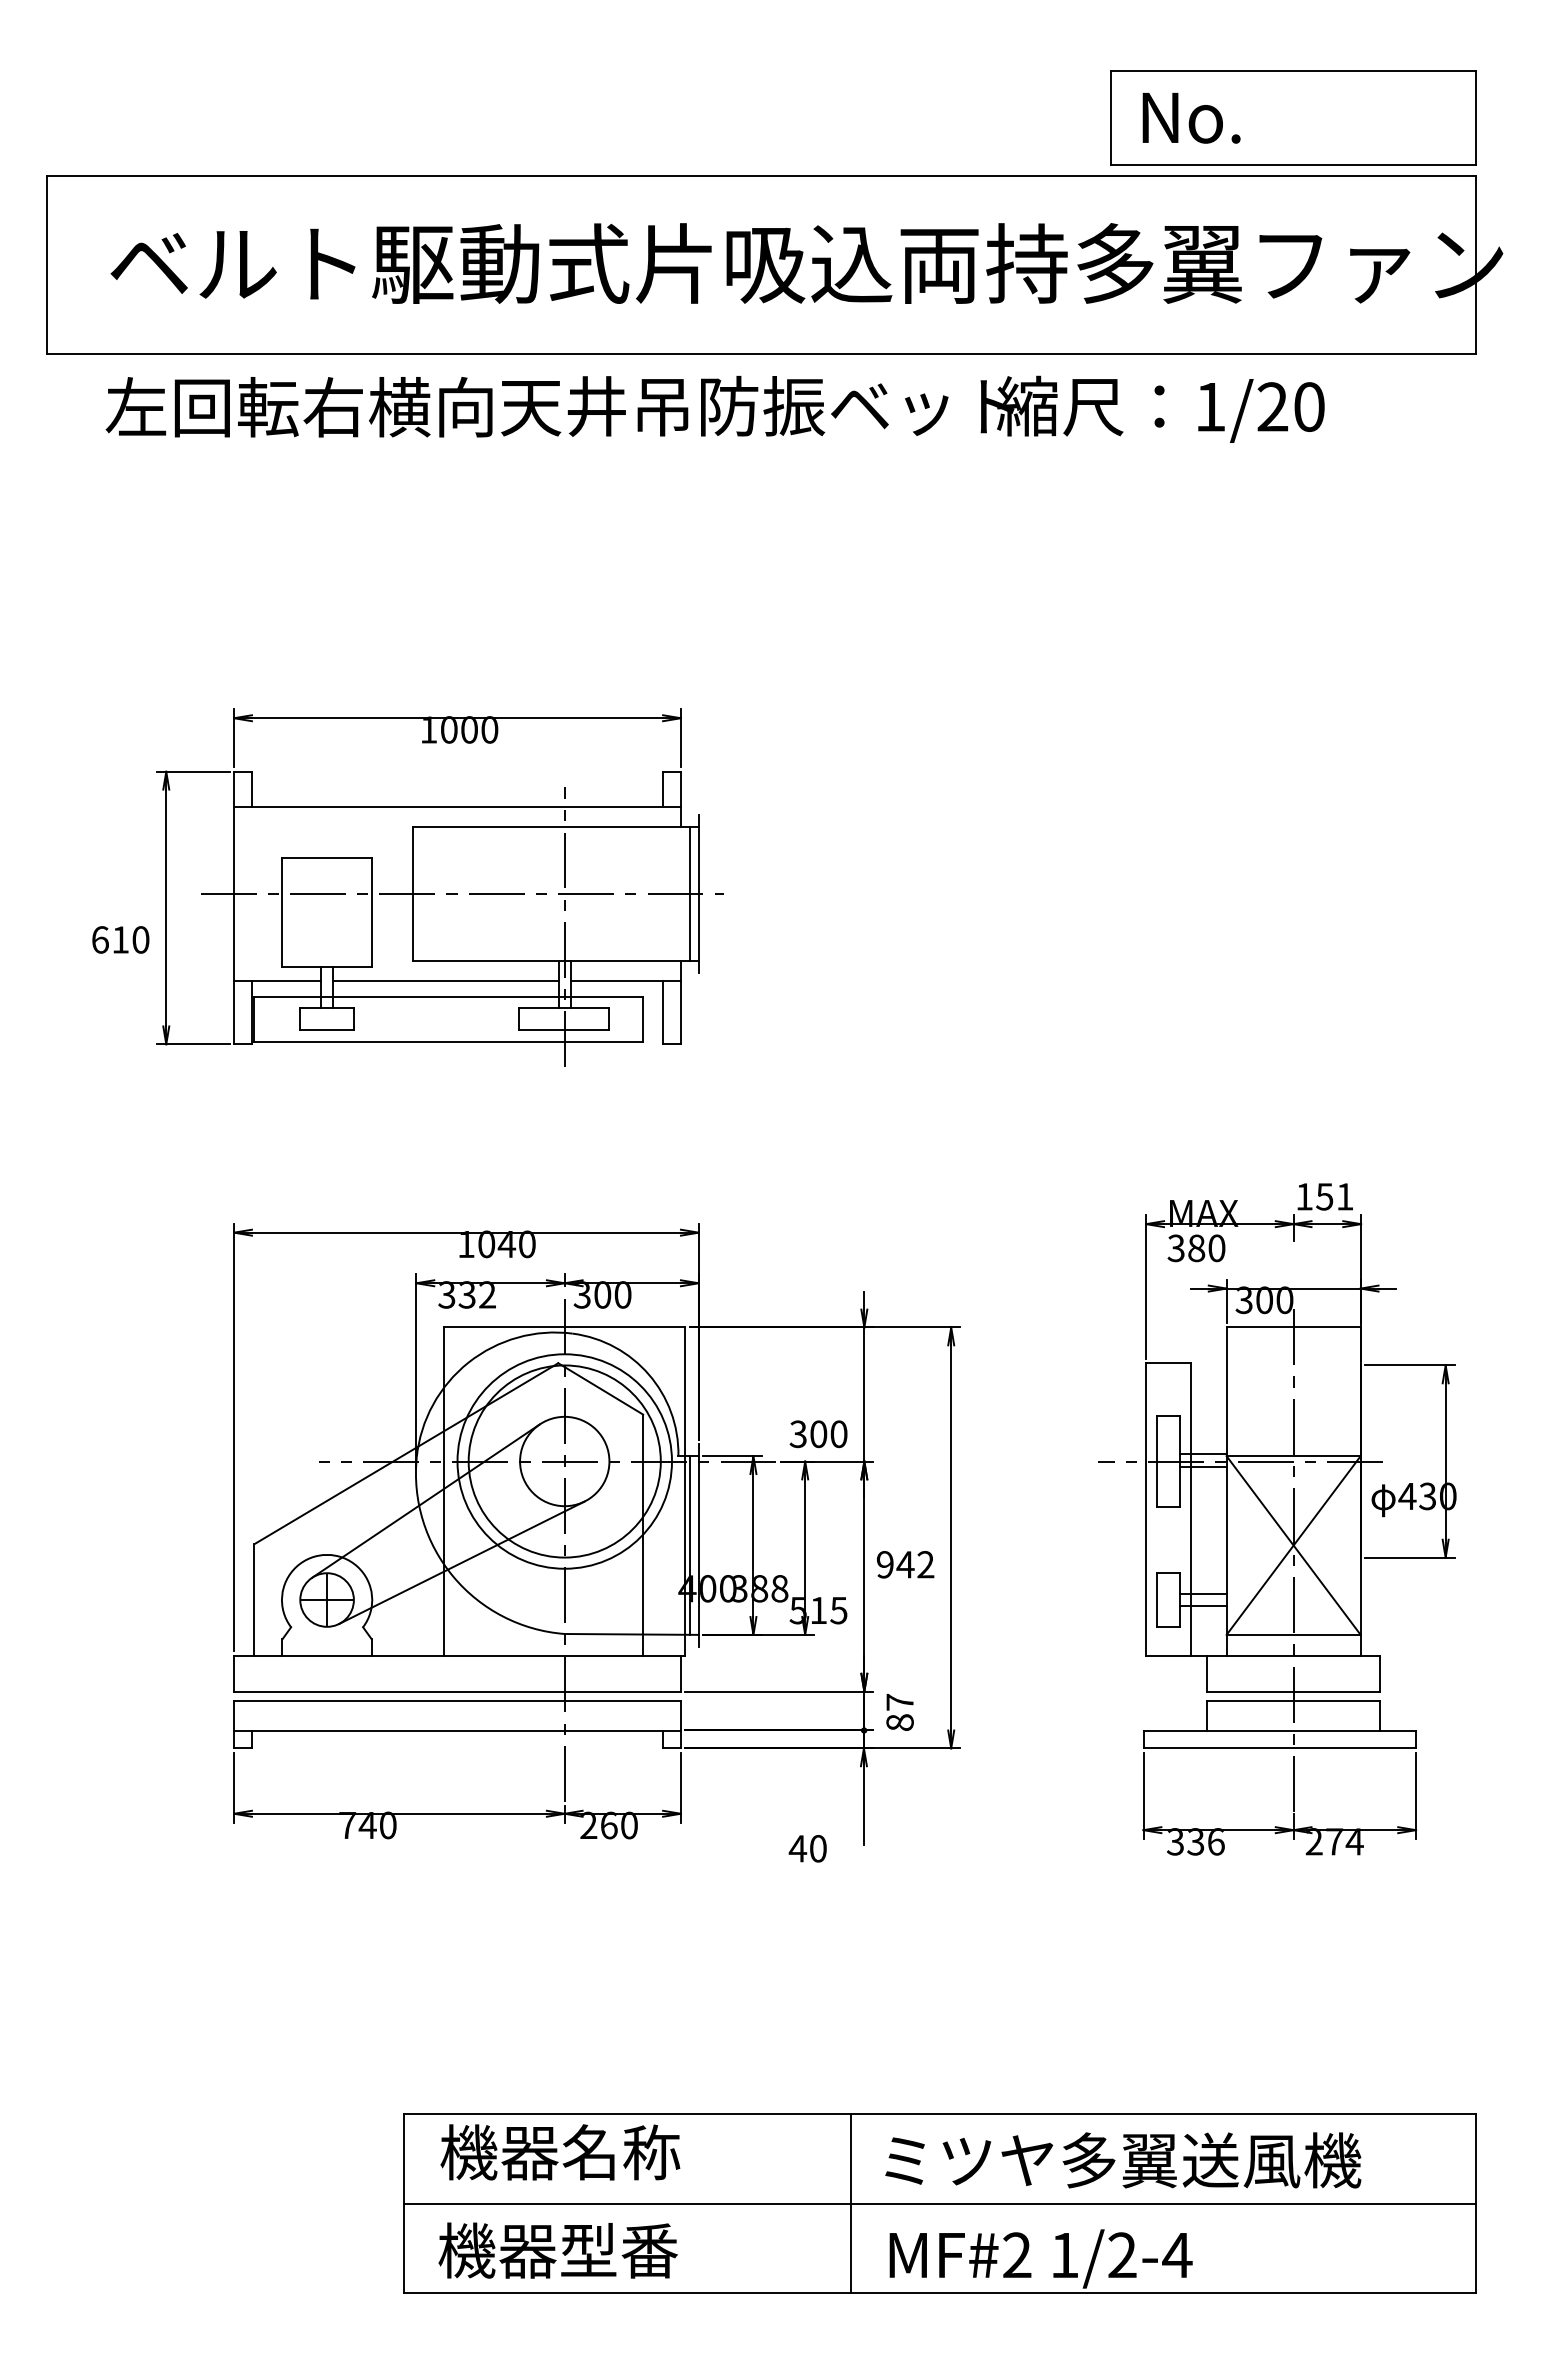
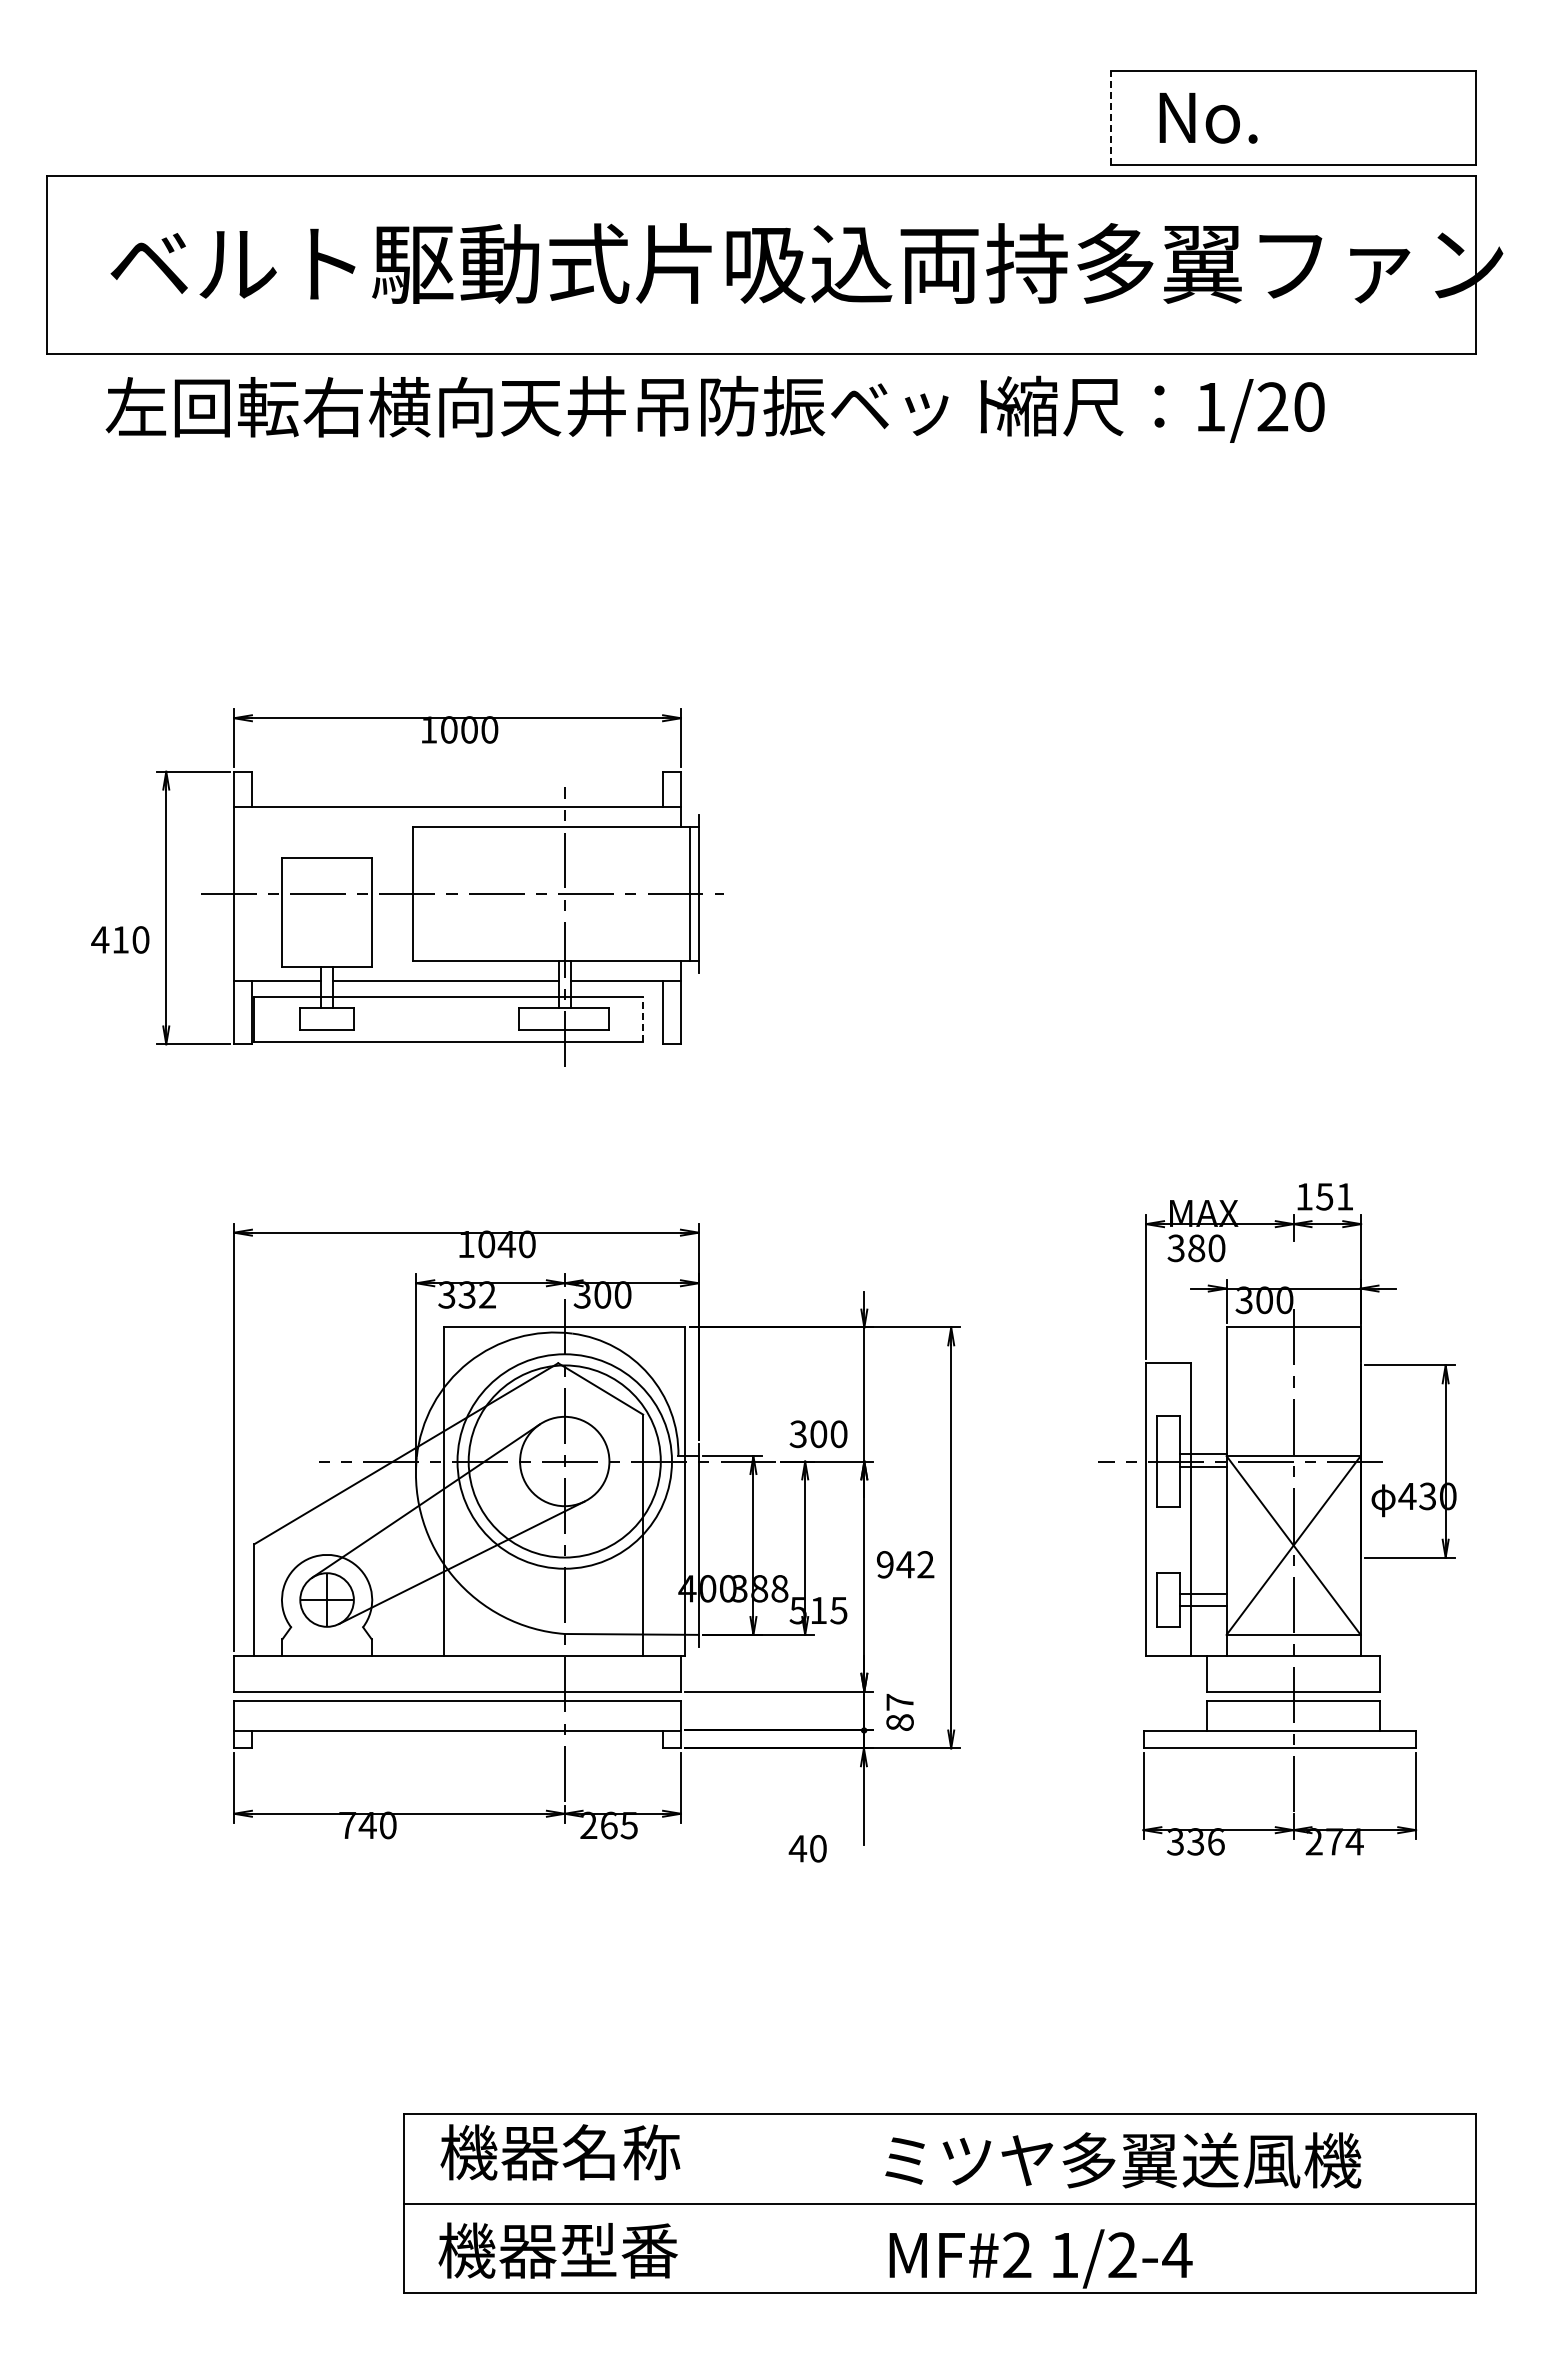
line at (1110, 117): solid -> dashed
text at (1191, 118) position: (1191, 118) -> (1208, 118)
text at (100, 939): 610 -> 410
line at (643, 1018): solid -> dashed
line at (689, 1545): present -> none
text at (628, 1825): 260 -> 265
line at (850, 2203): present -> none
